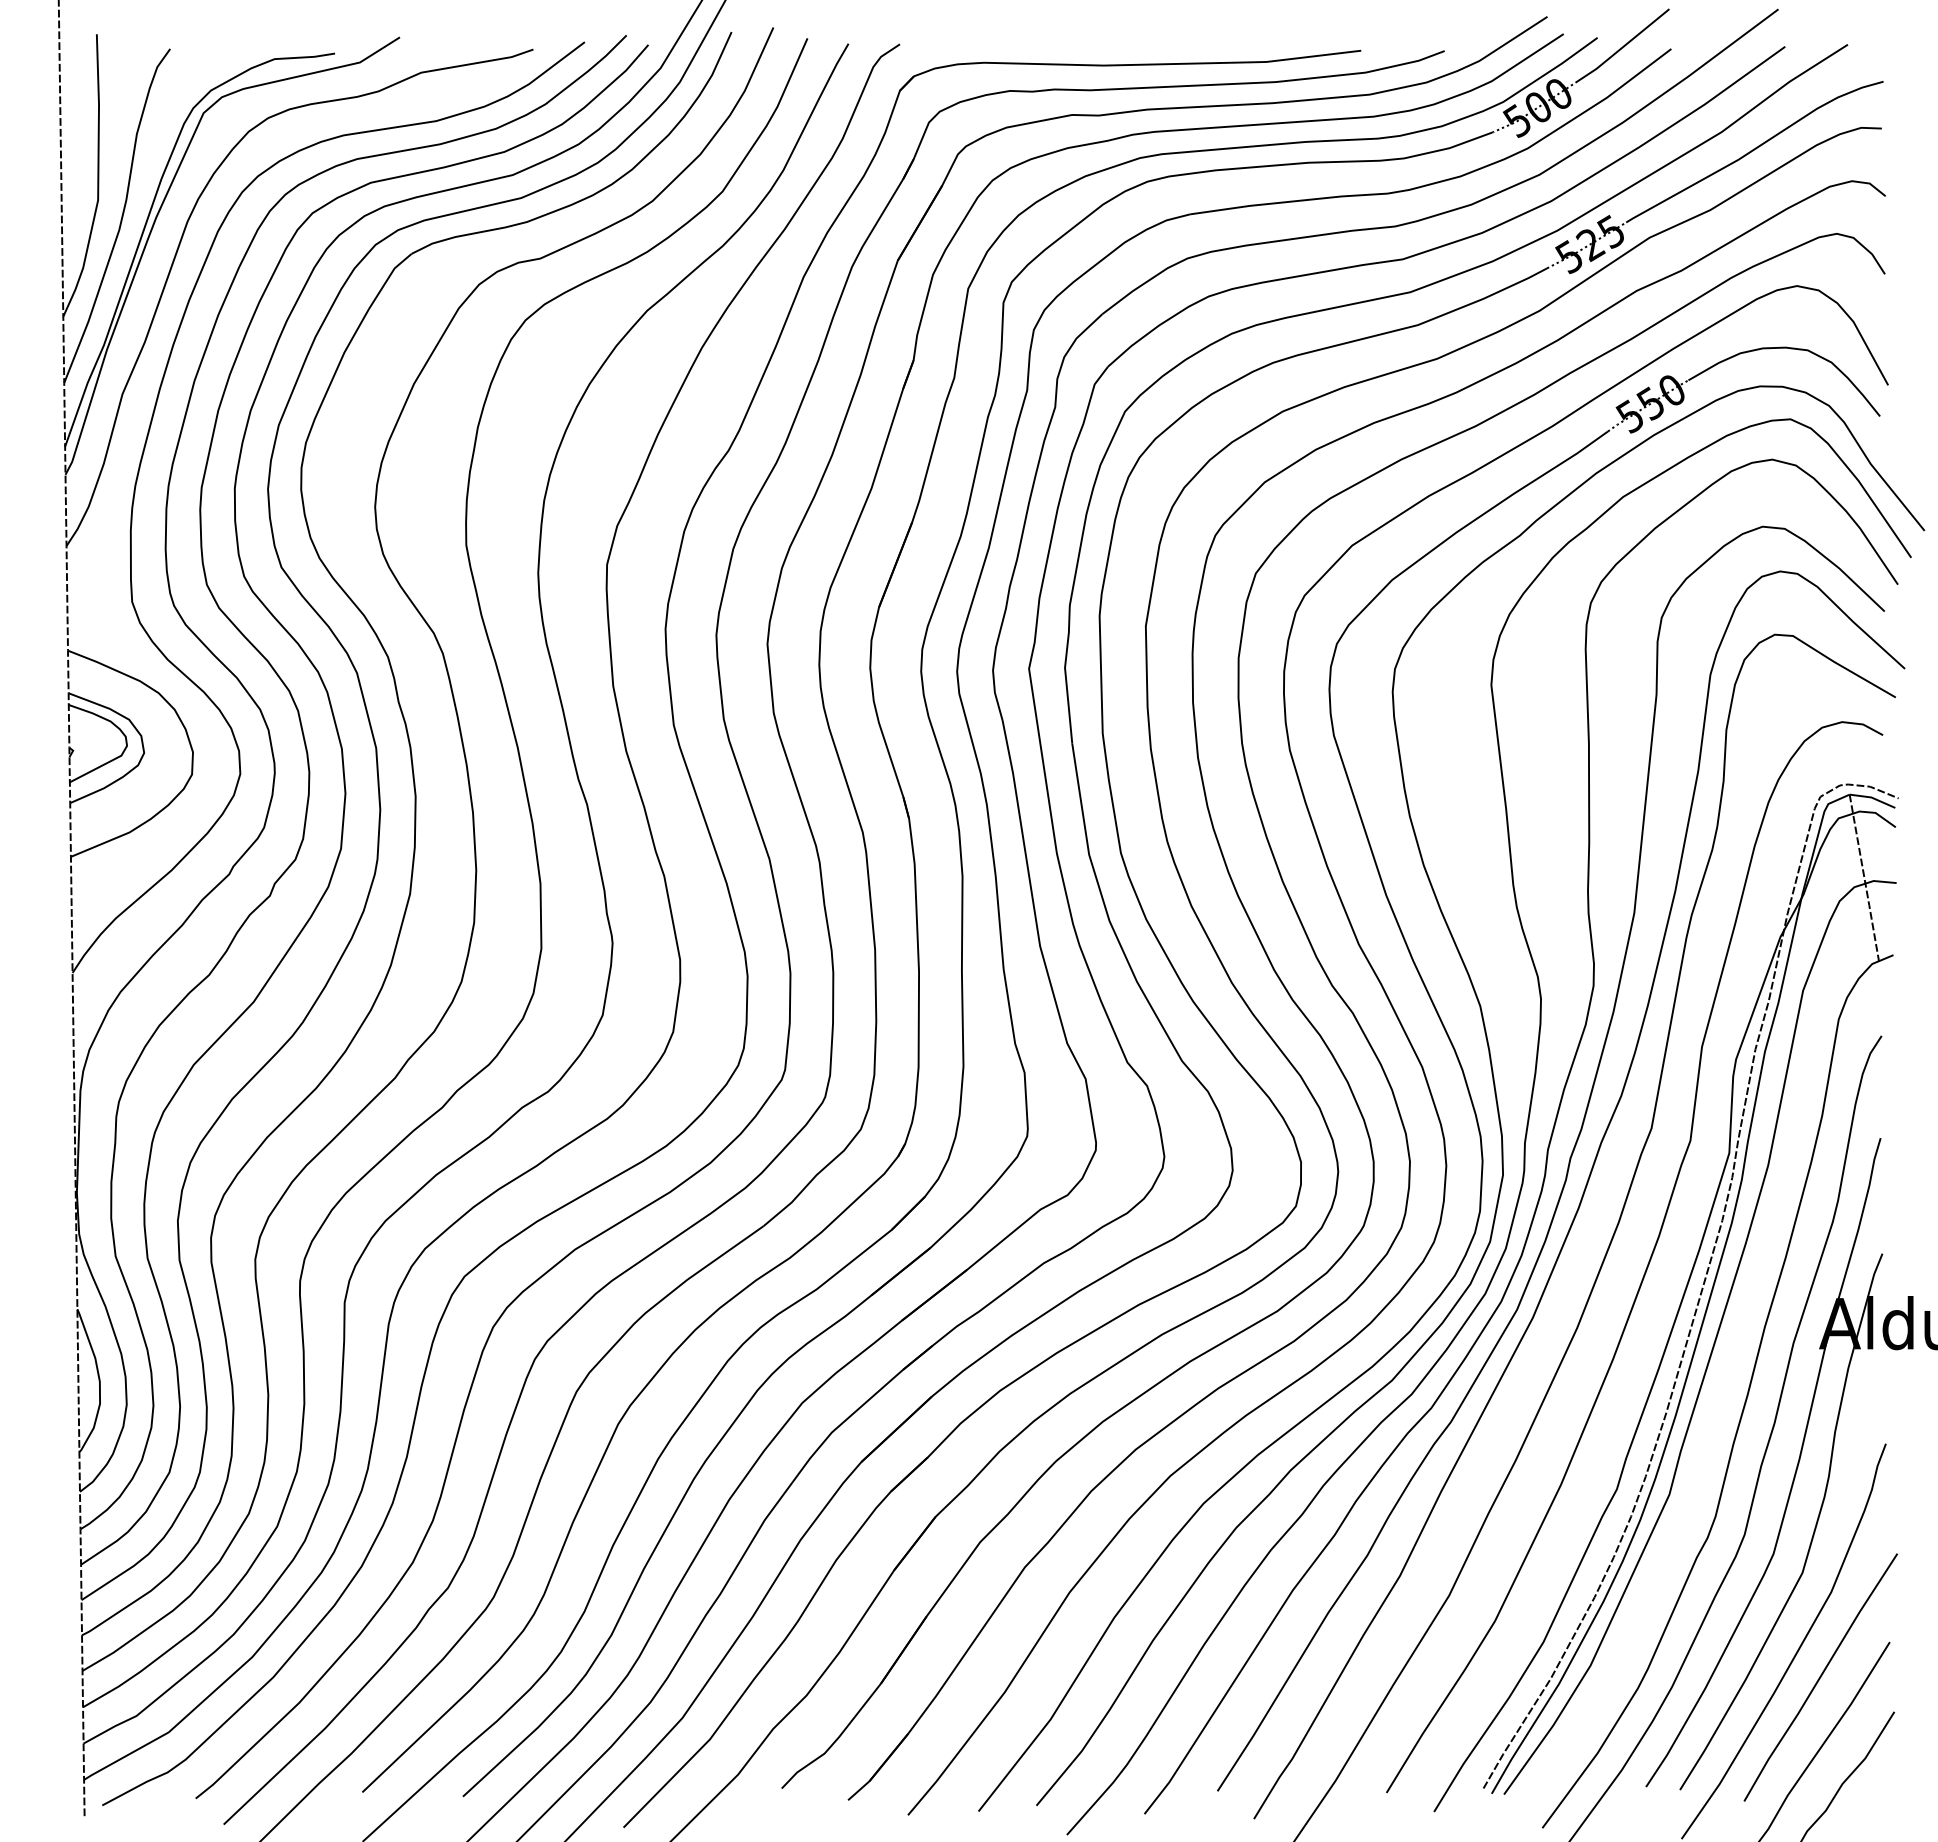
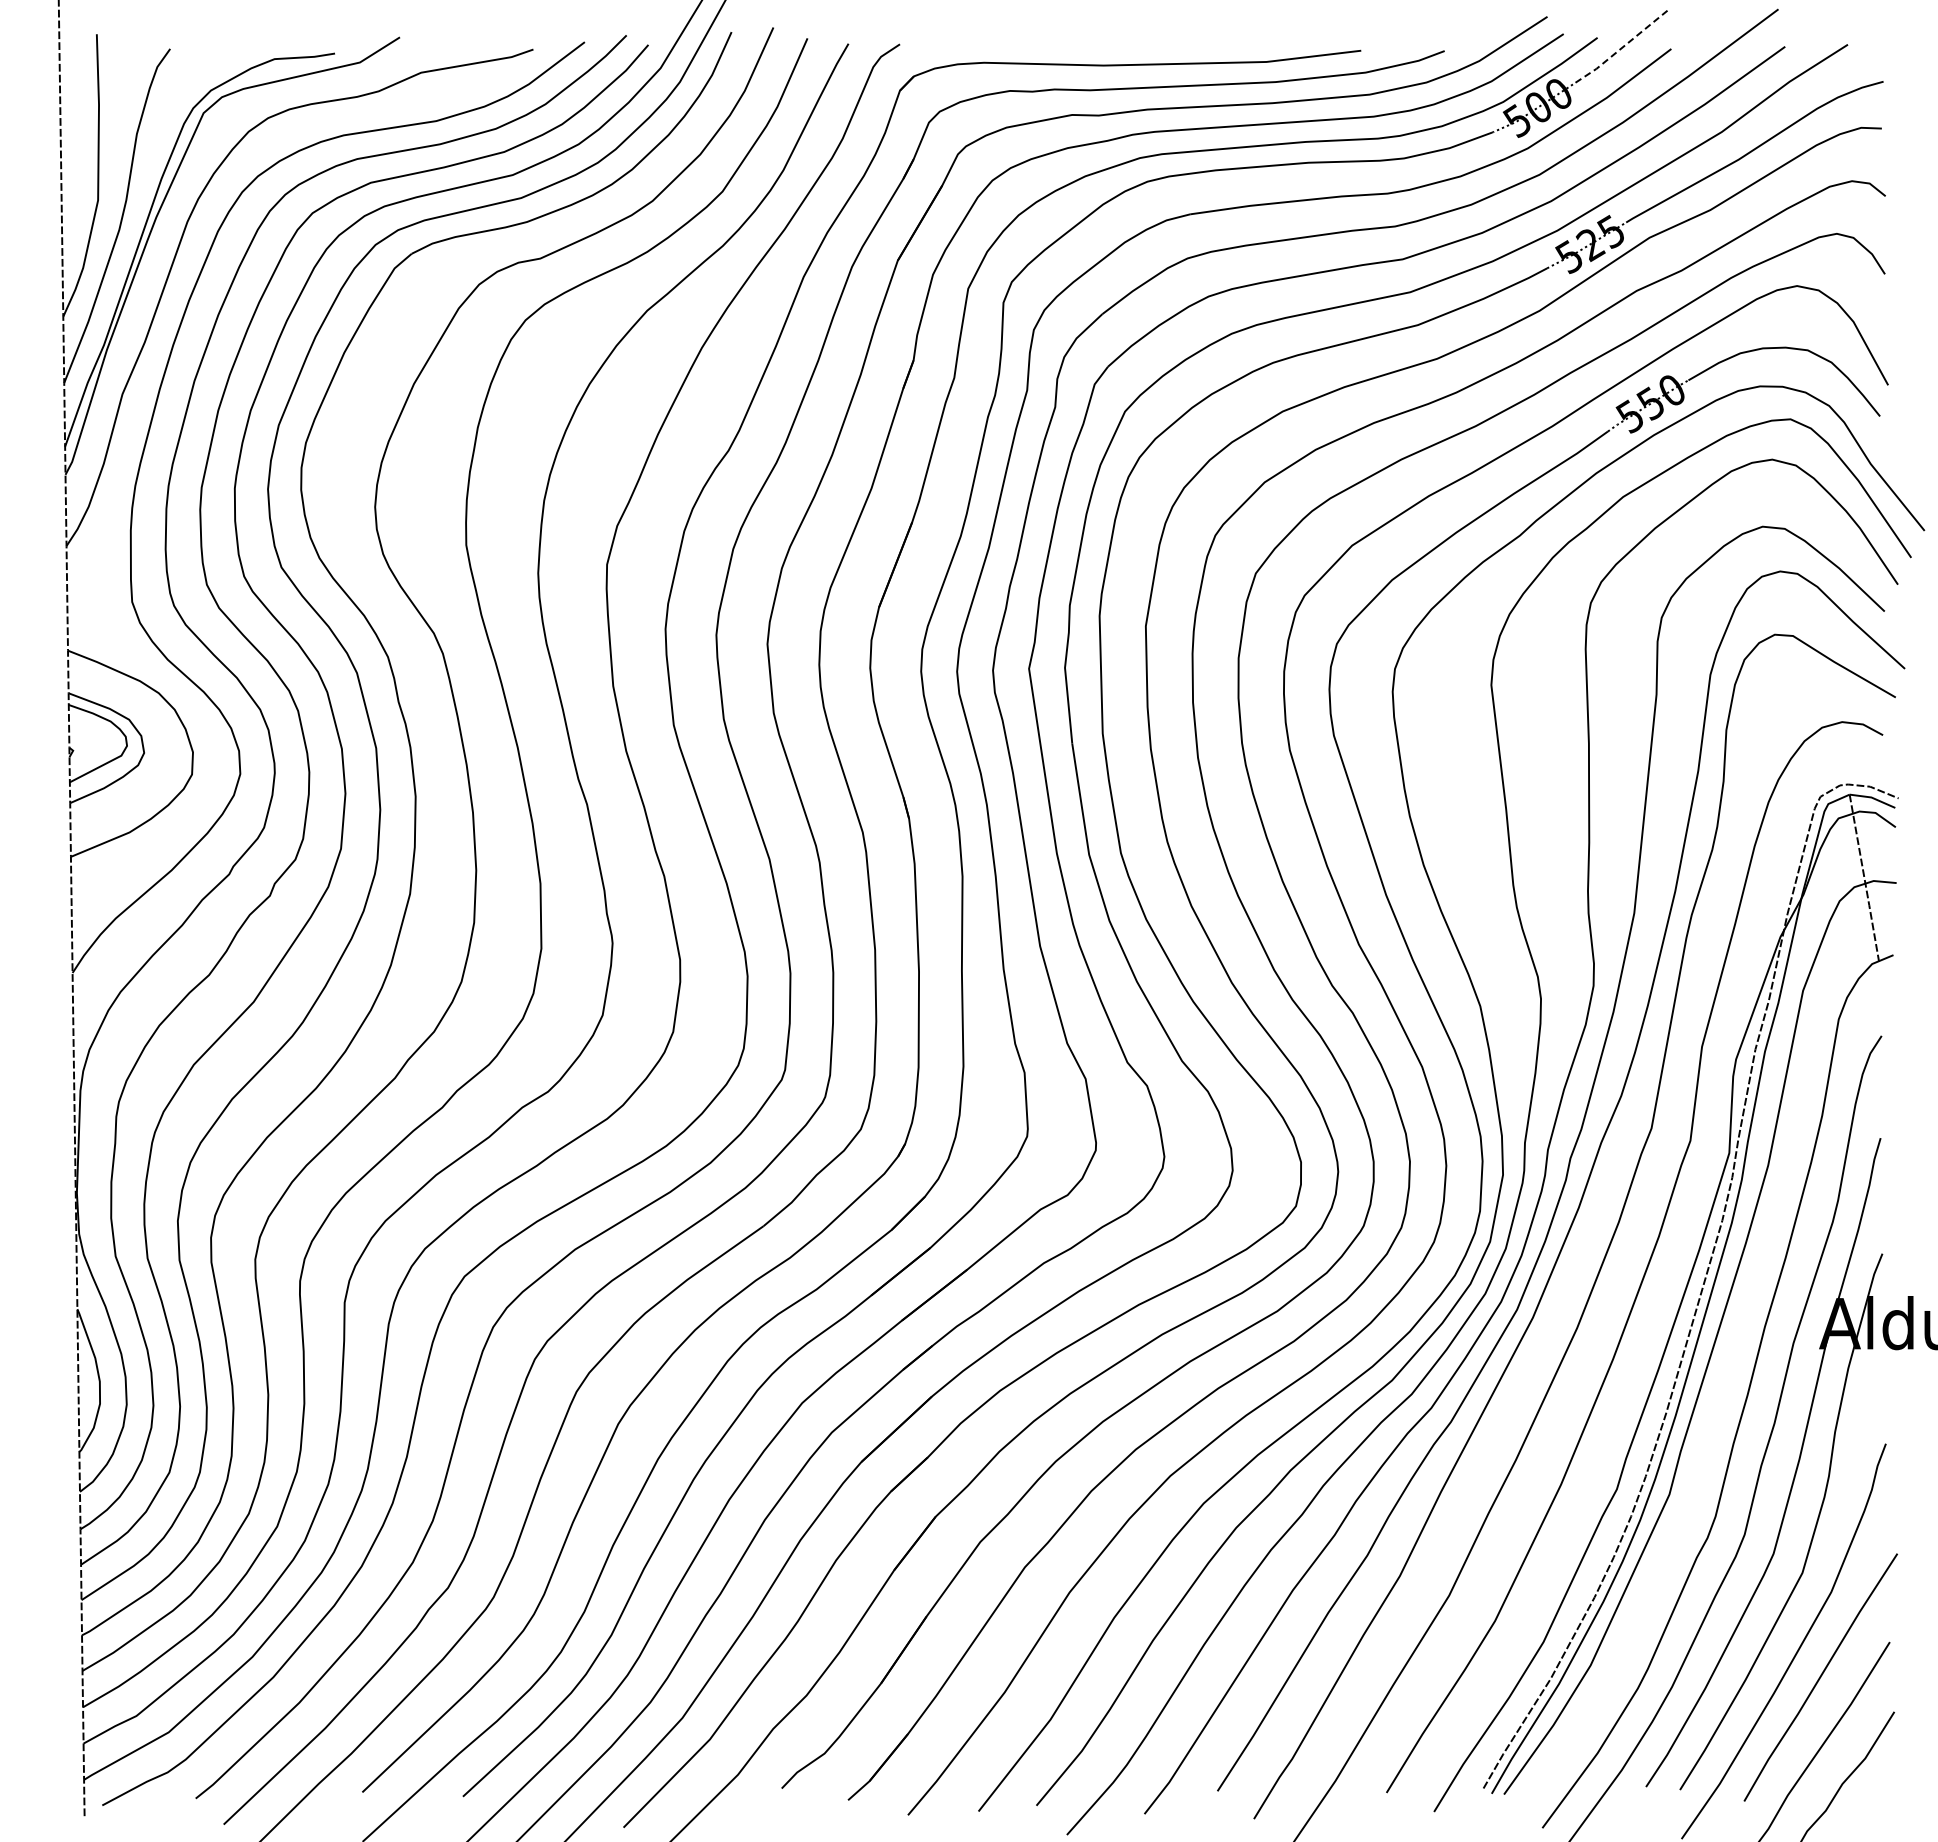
line at (1622, 47): solid -> dashed
